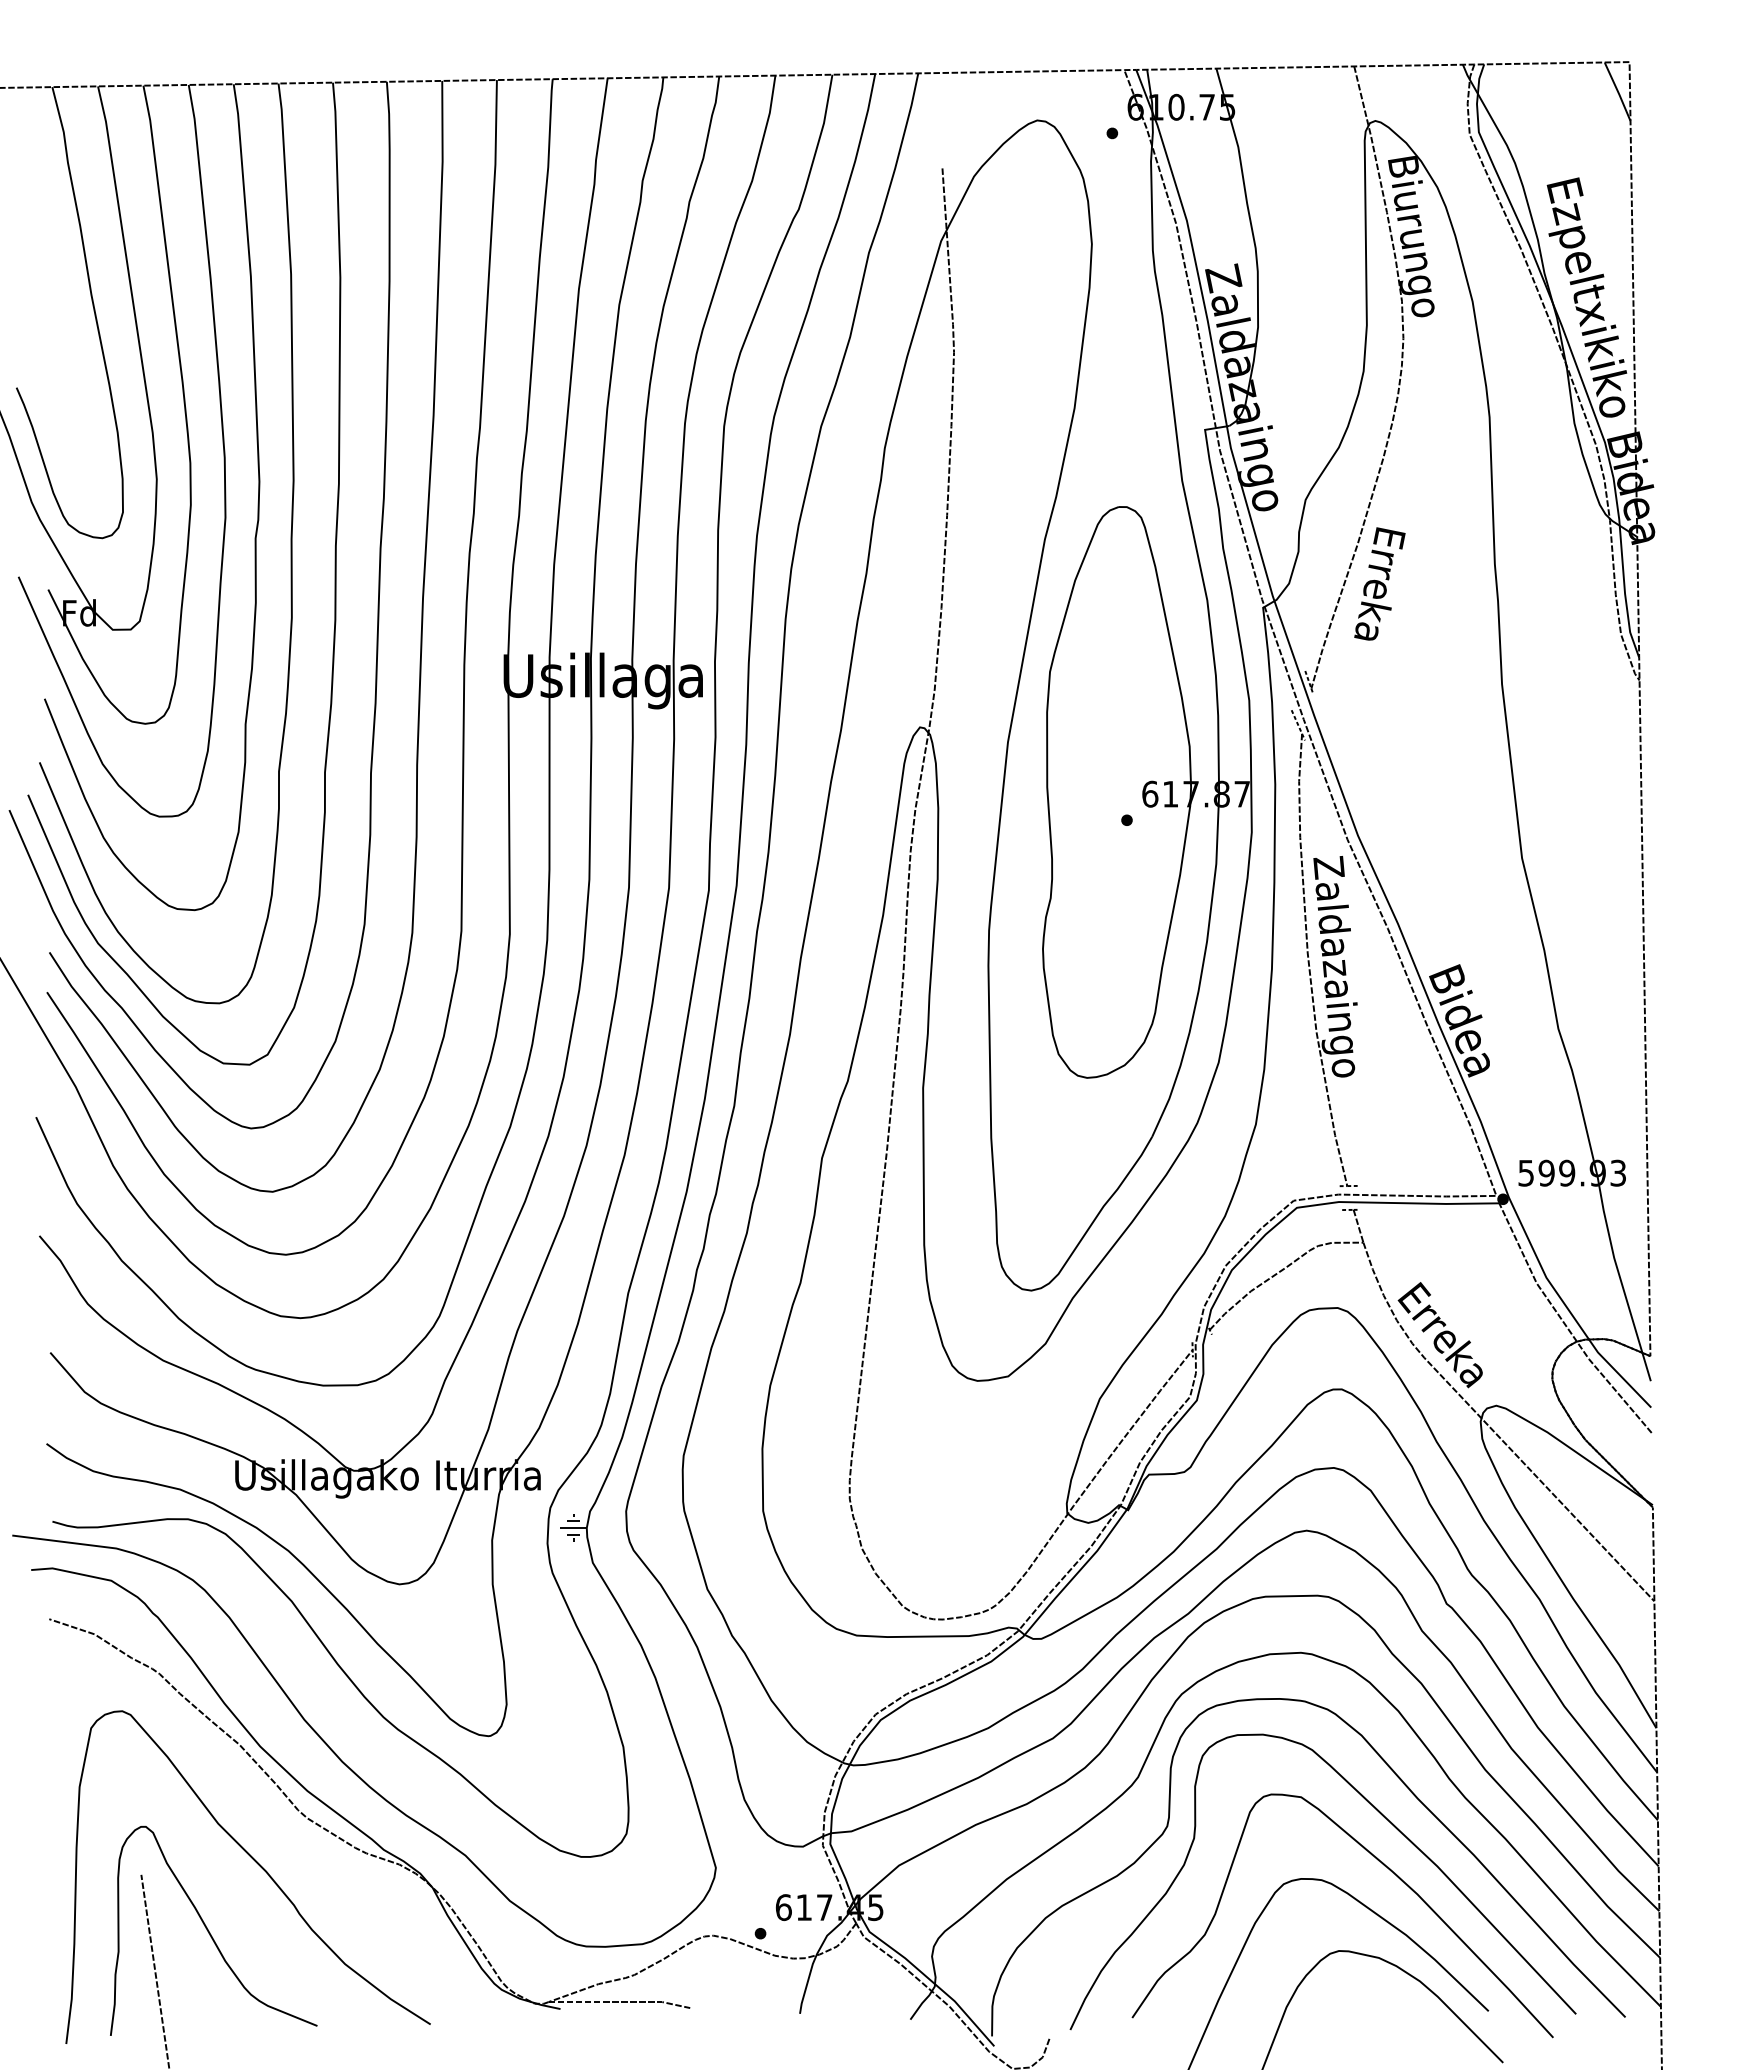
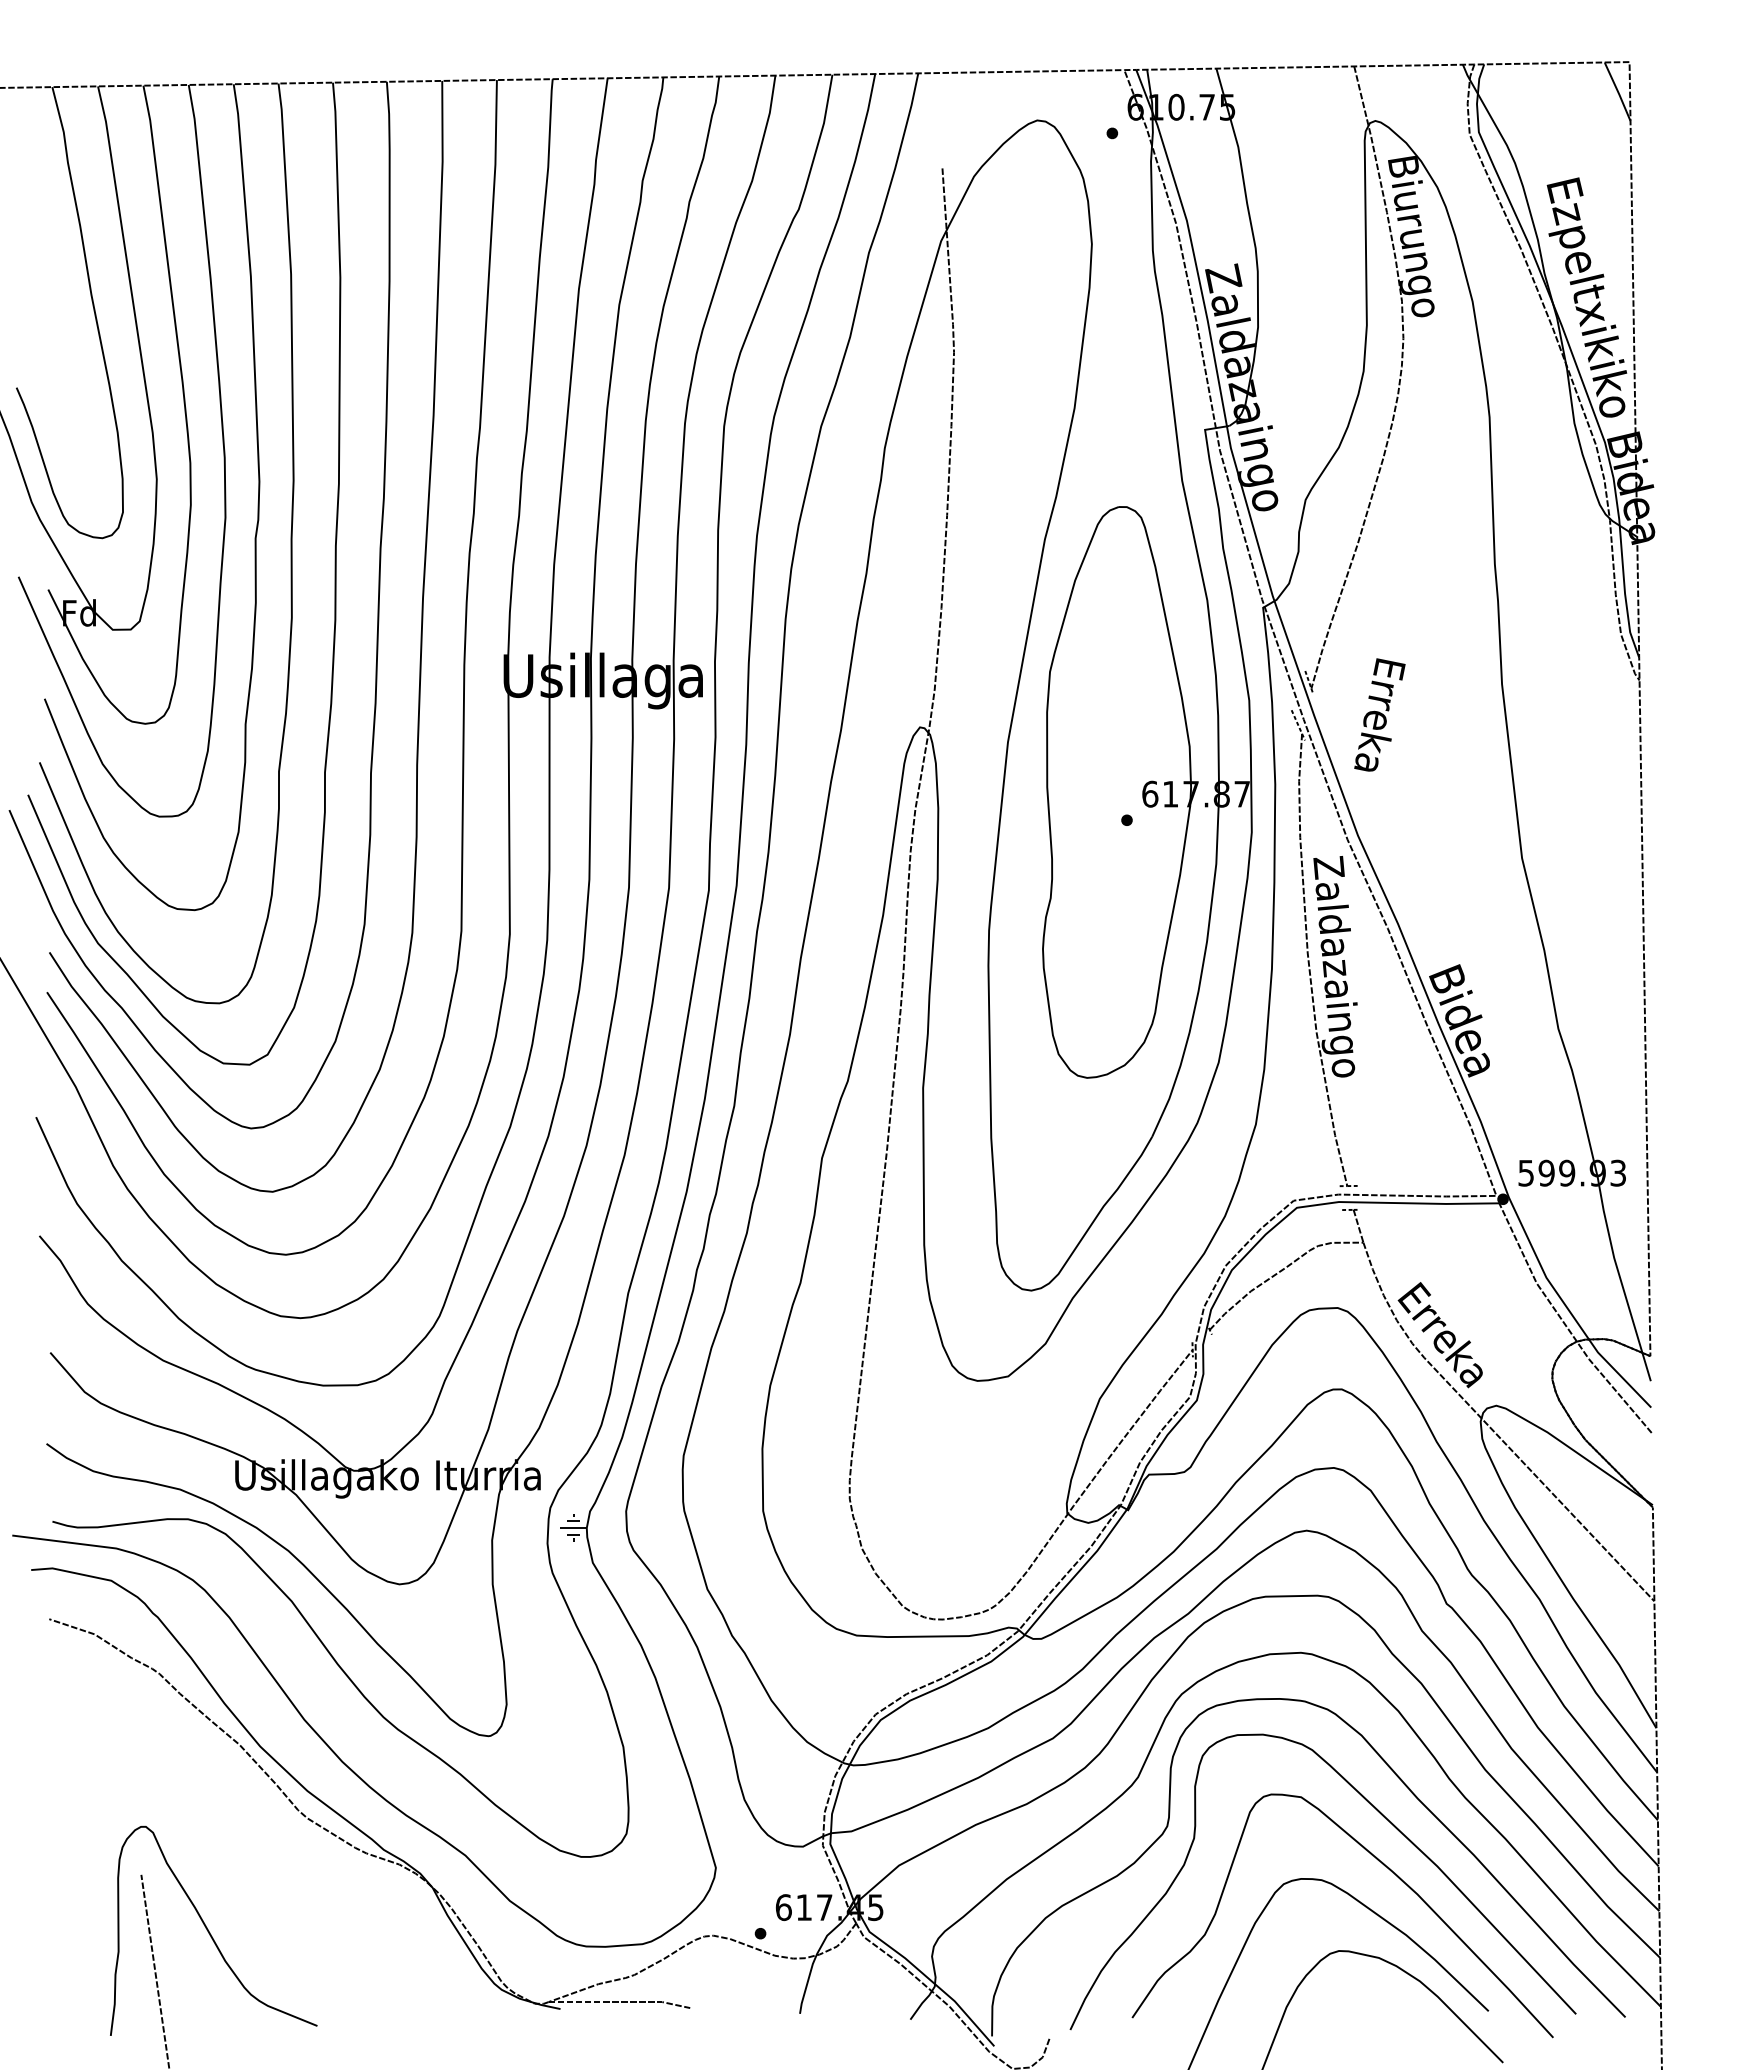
text at (1379, 583) position: (1379, 583) -> (1379, 714)
curve at (258, 1865): present -> none
